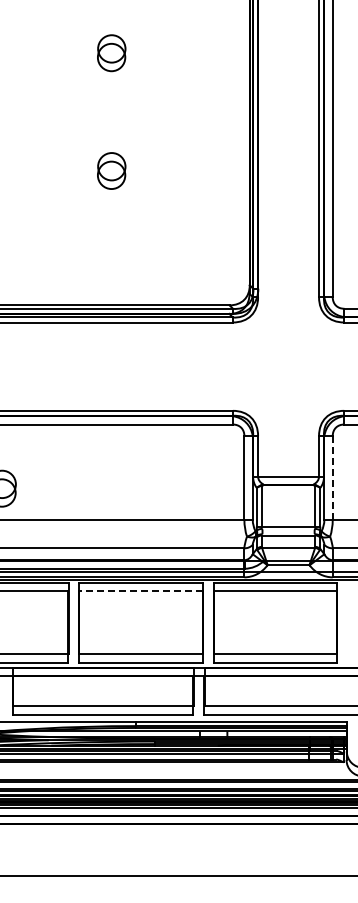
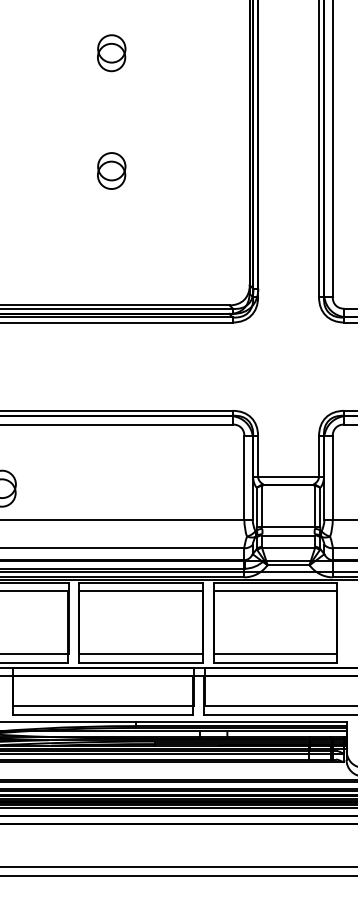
line at (332, 478): dashed -> solid
line at (140, 591): dashed -> solid
line at (178, 866): none -> present
